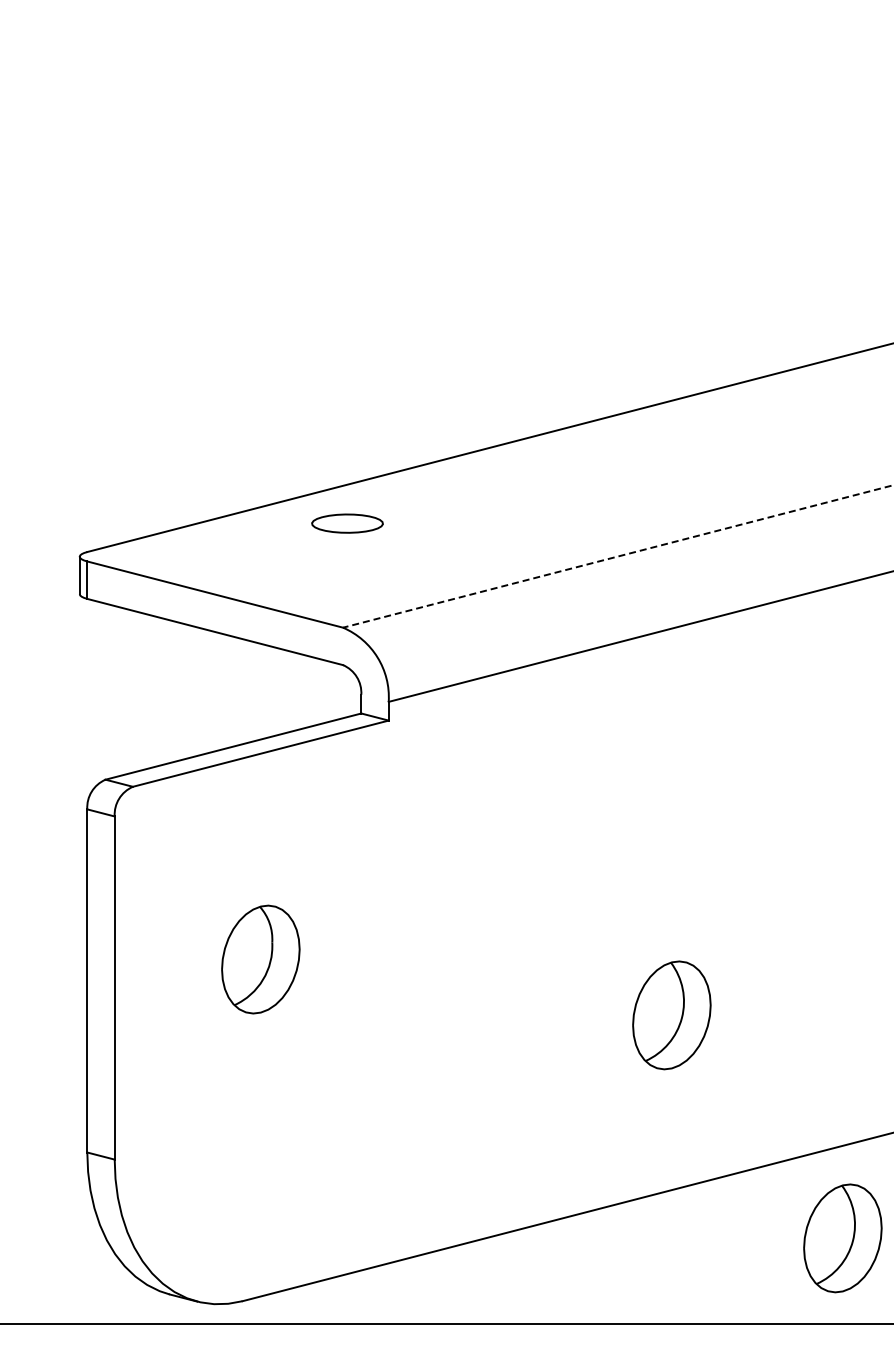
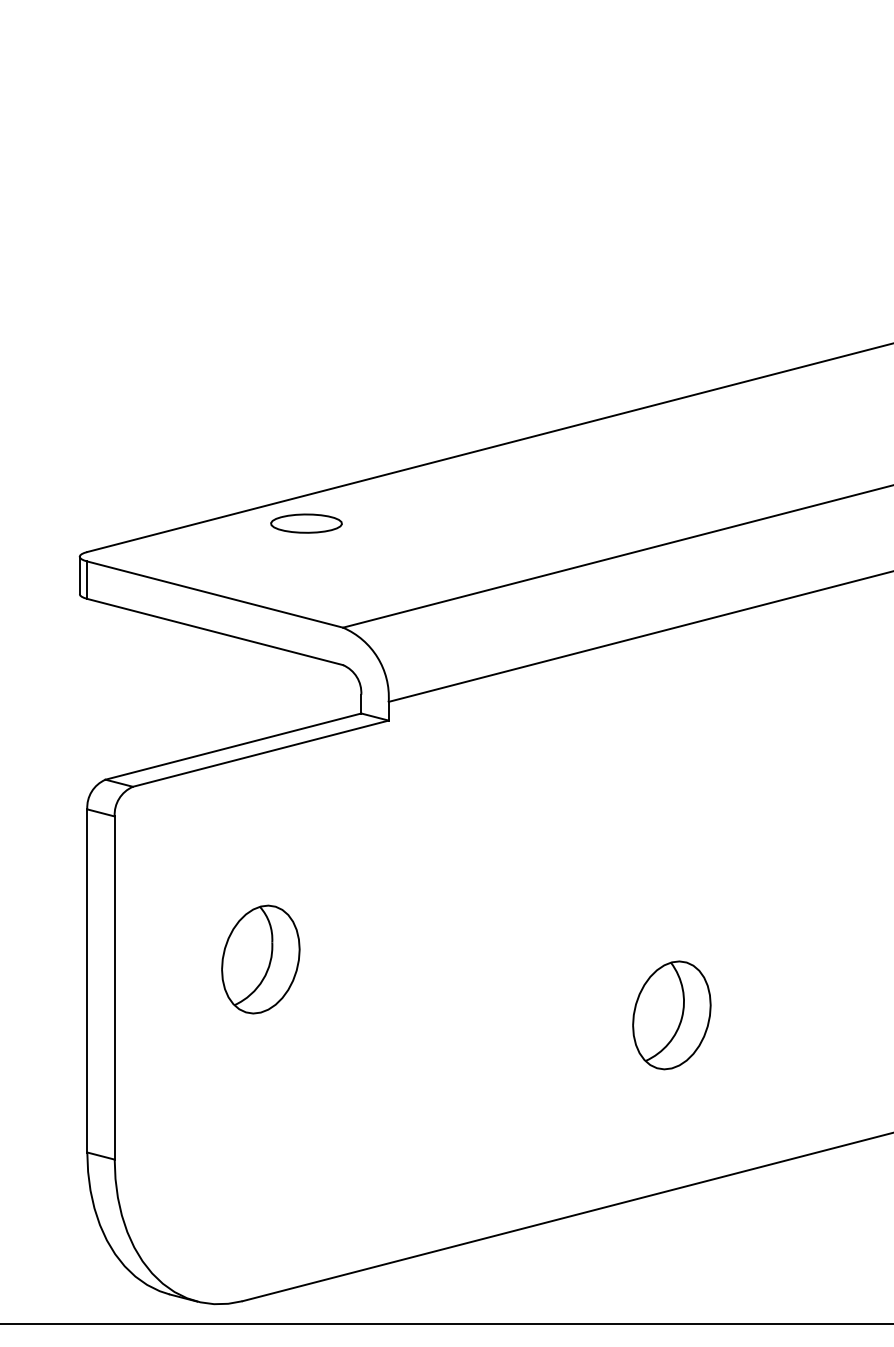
part at (347, 523) position: (347, 523) -> (306, 523)
line at (617, 556): dashed -> solid
part at (842, 1238): present -> none
